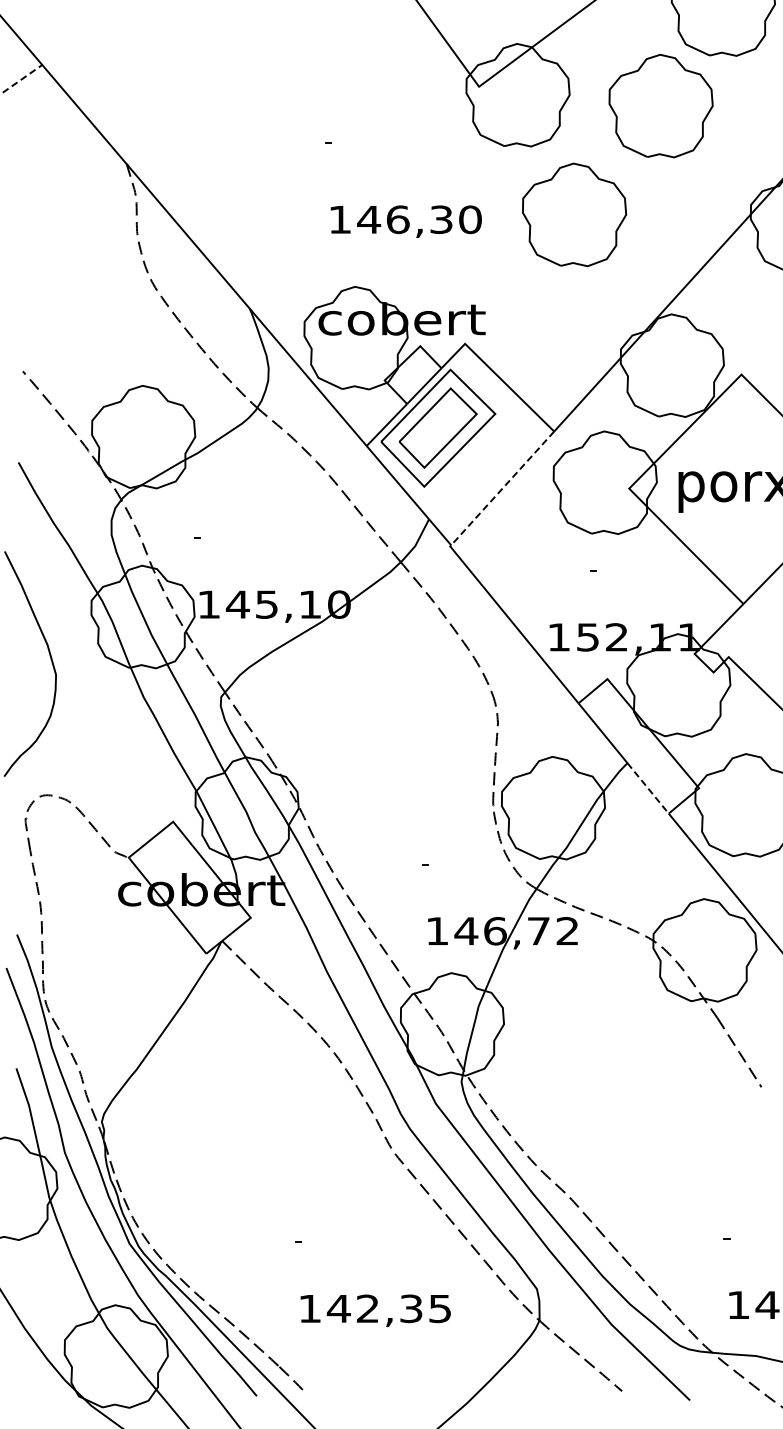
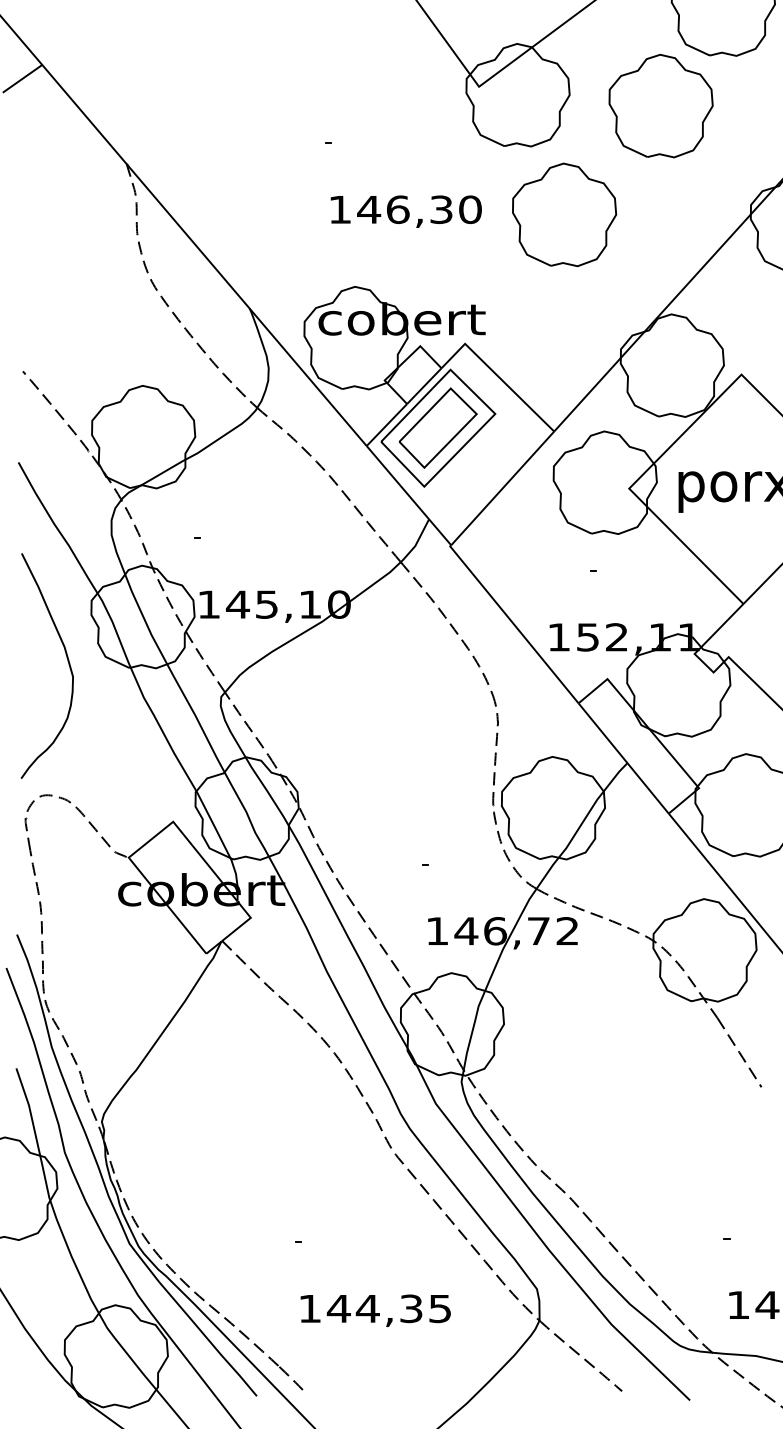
line at (22, 78): dashed -> solid
part at (574, 214) position: (574, 214) -> (564, 214)
text at (405, 221) position: (405, 221) -> (405, 211)
line at (502, 488): dashed -> solid
curve at (49, 656) position: (49, 656) -> (66, 658)
line at (648, 788): dashed -> solid
text at (367, 1308): 142,35 -> 144,35
